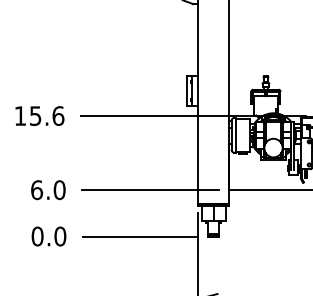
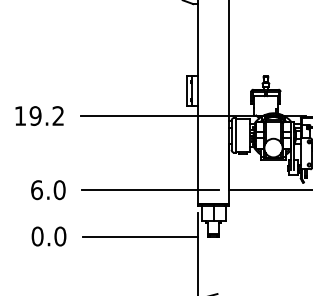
text at (46, 115): 15.6 -> 19.2
